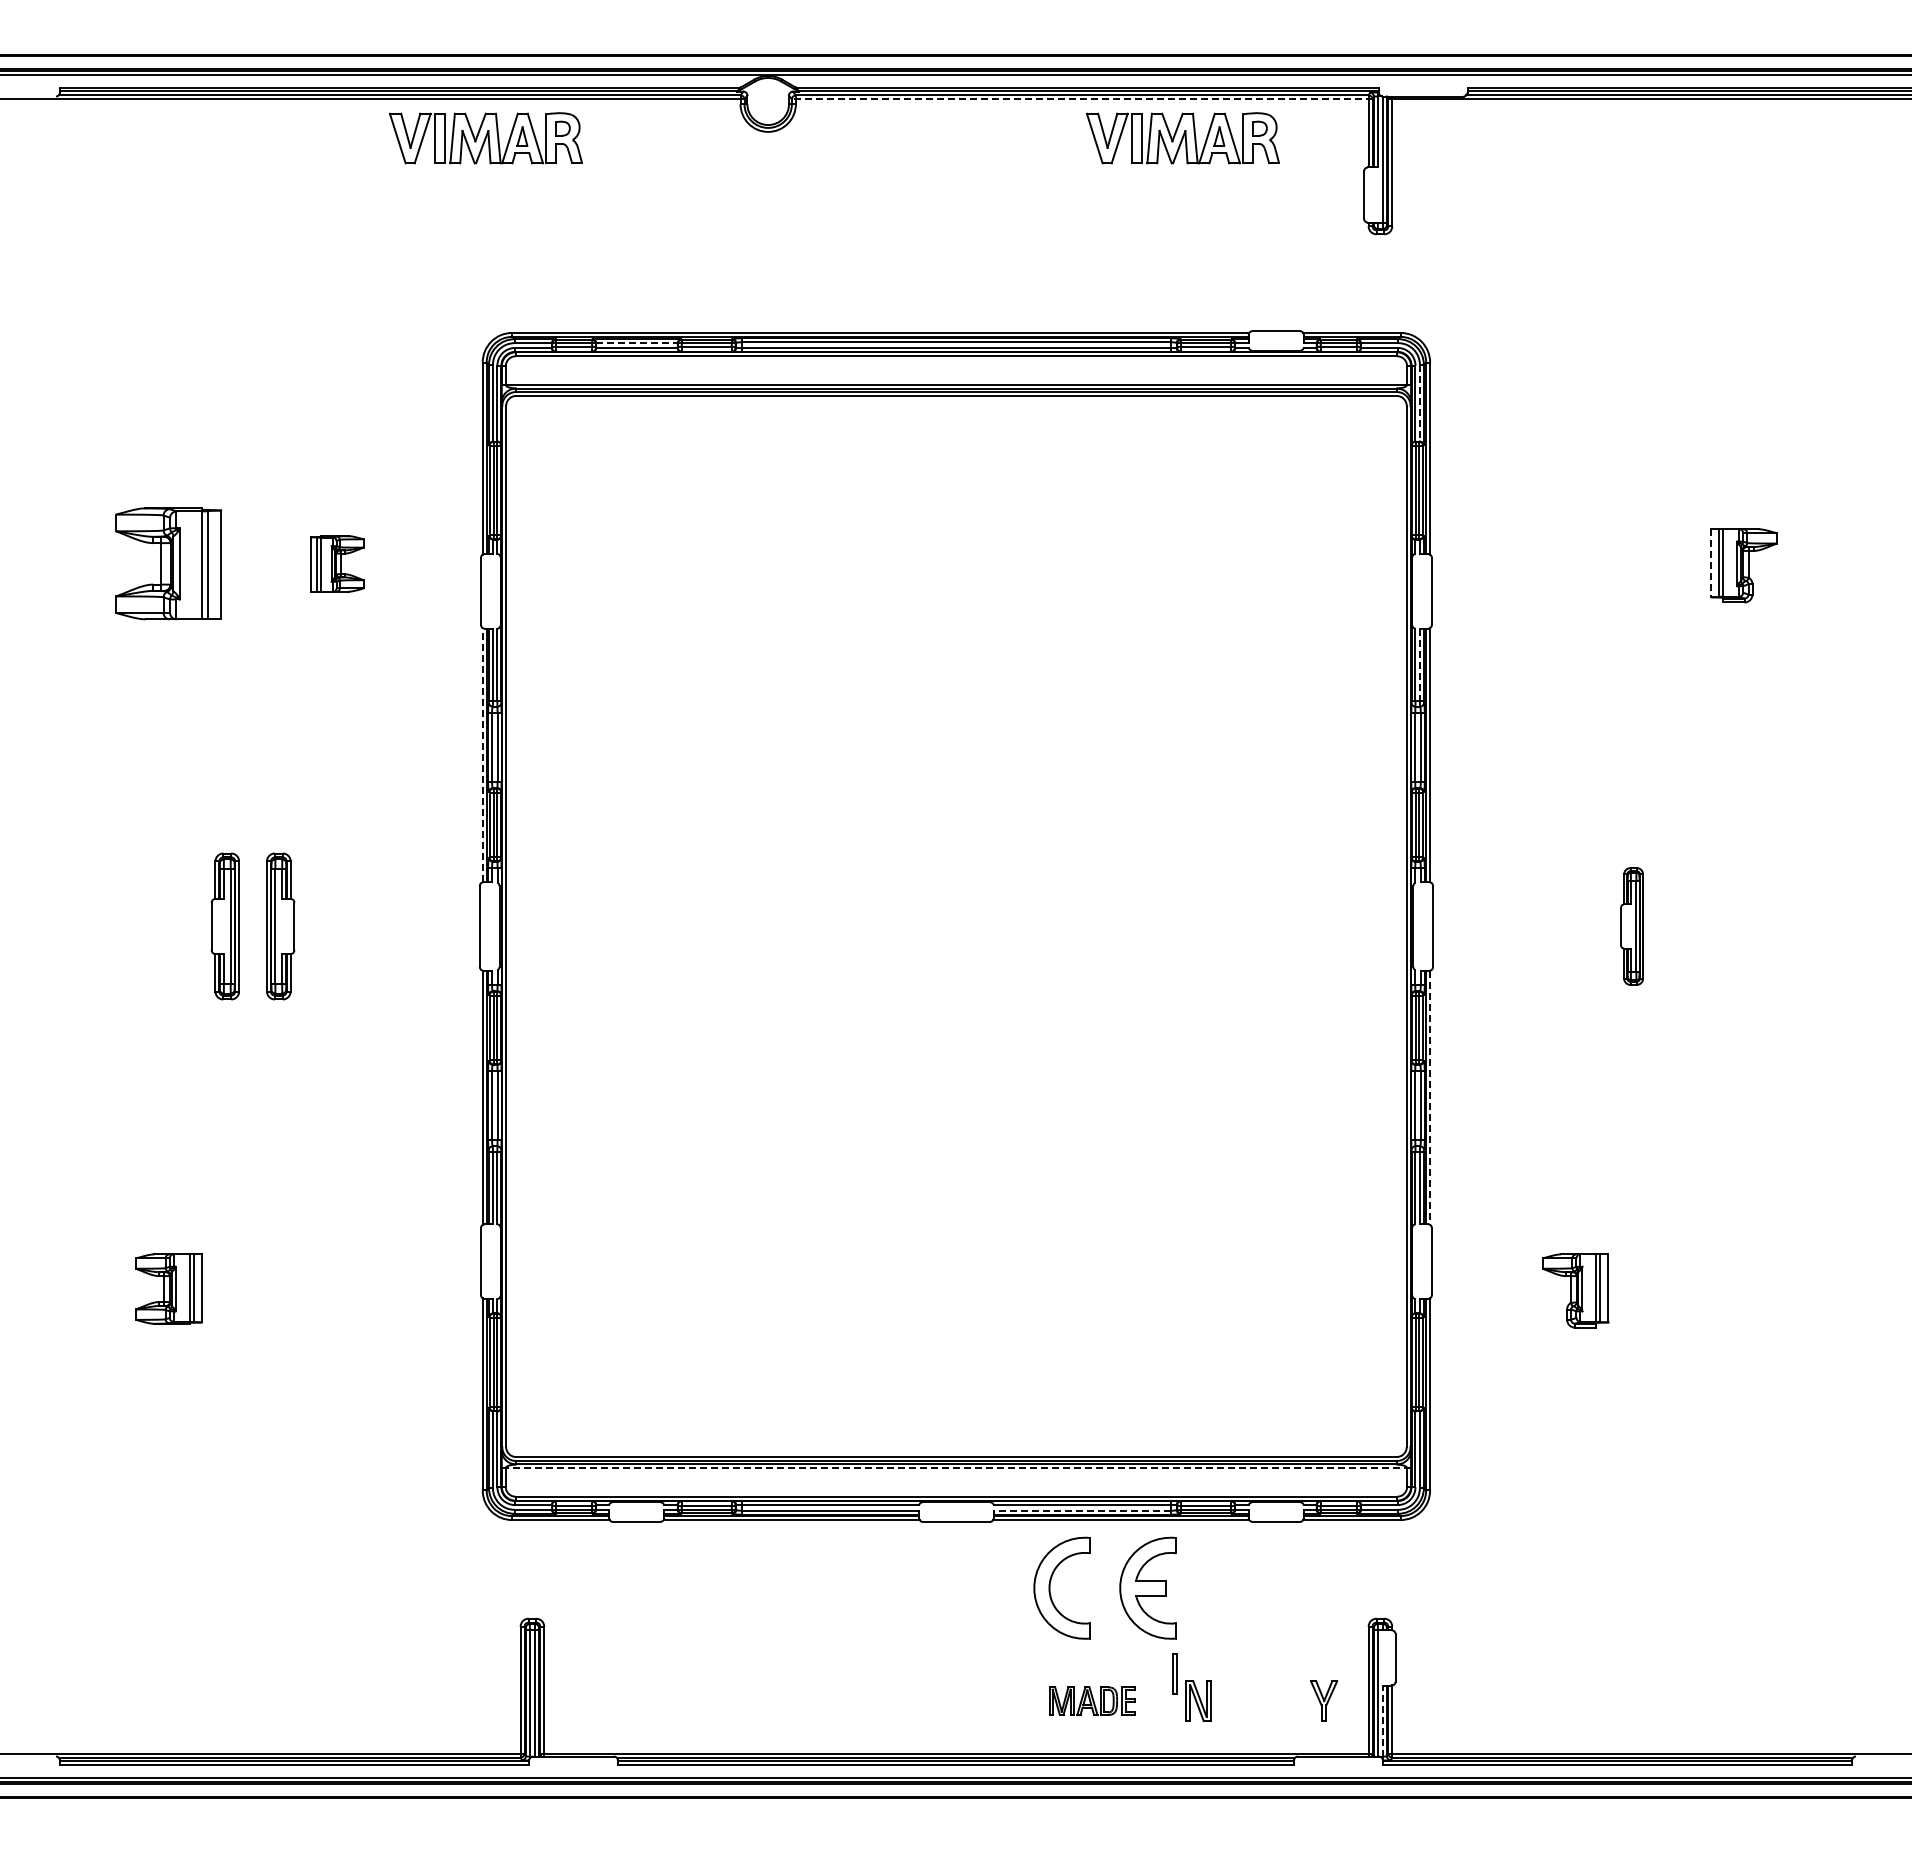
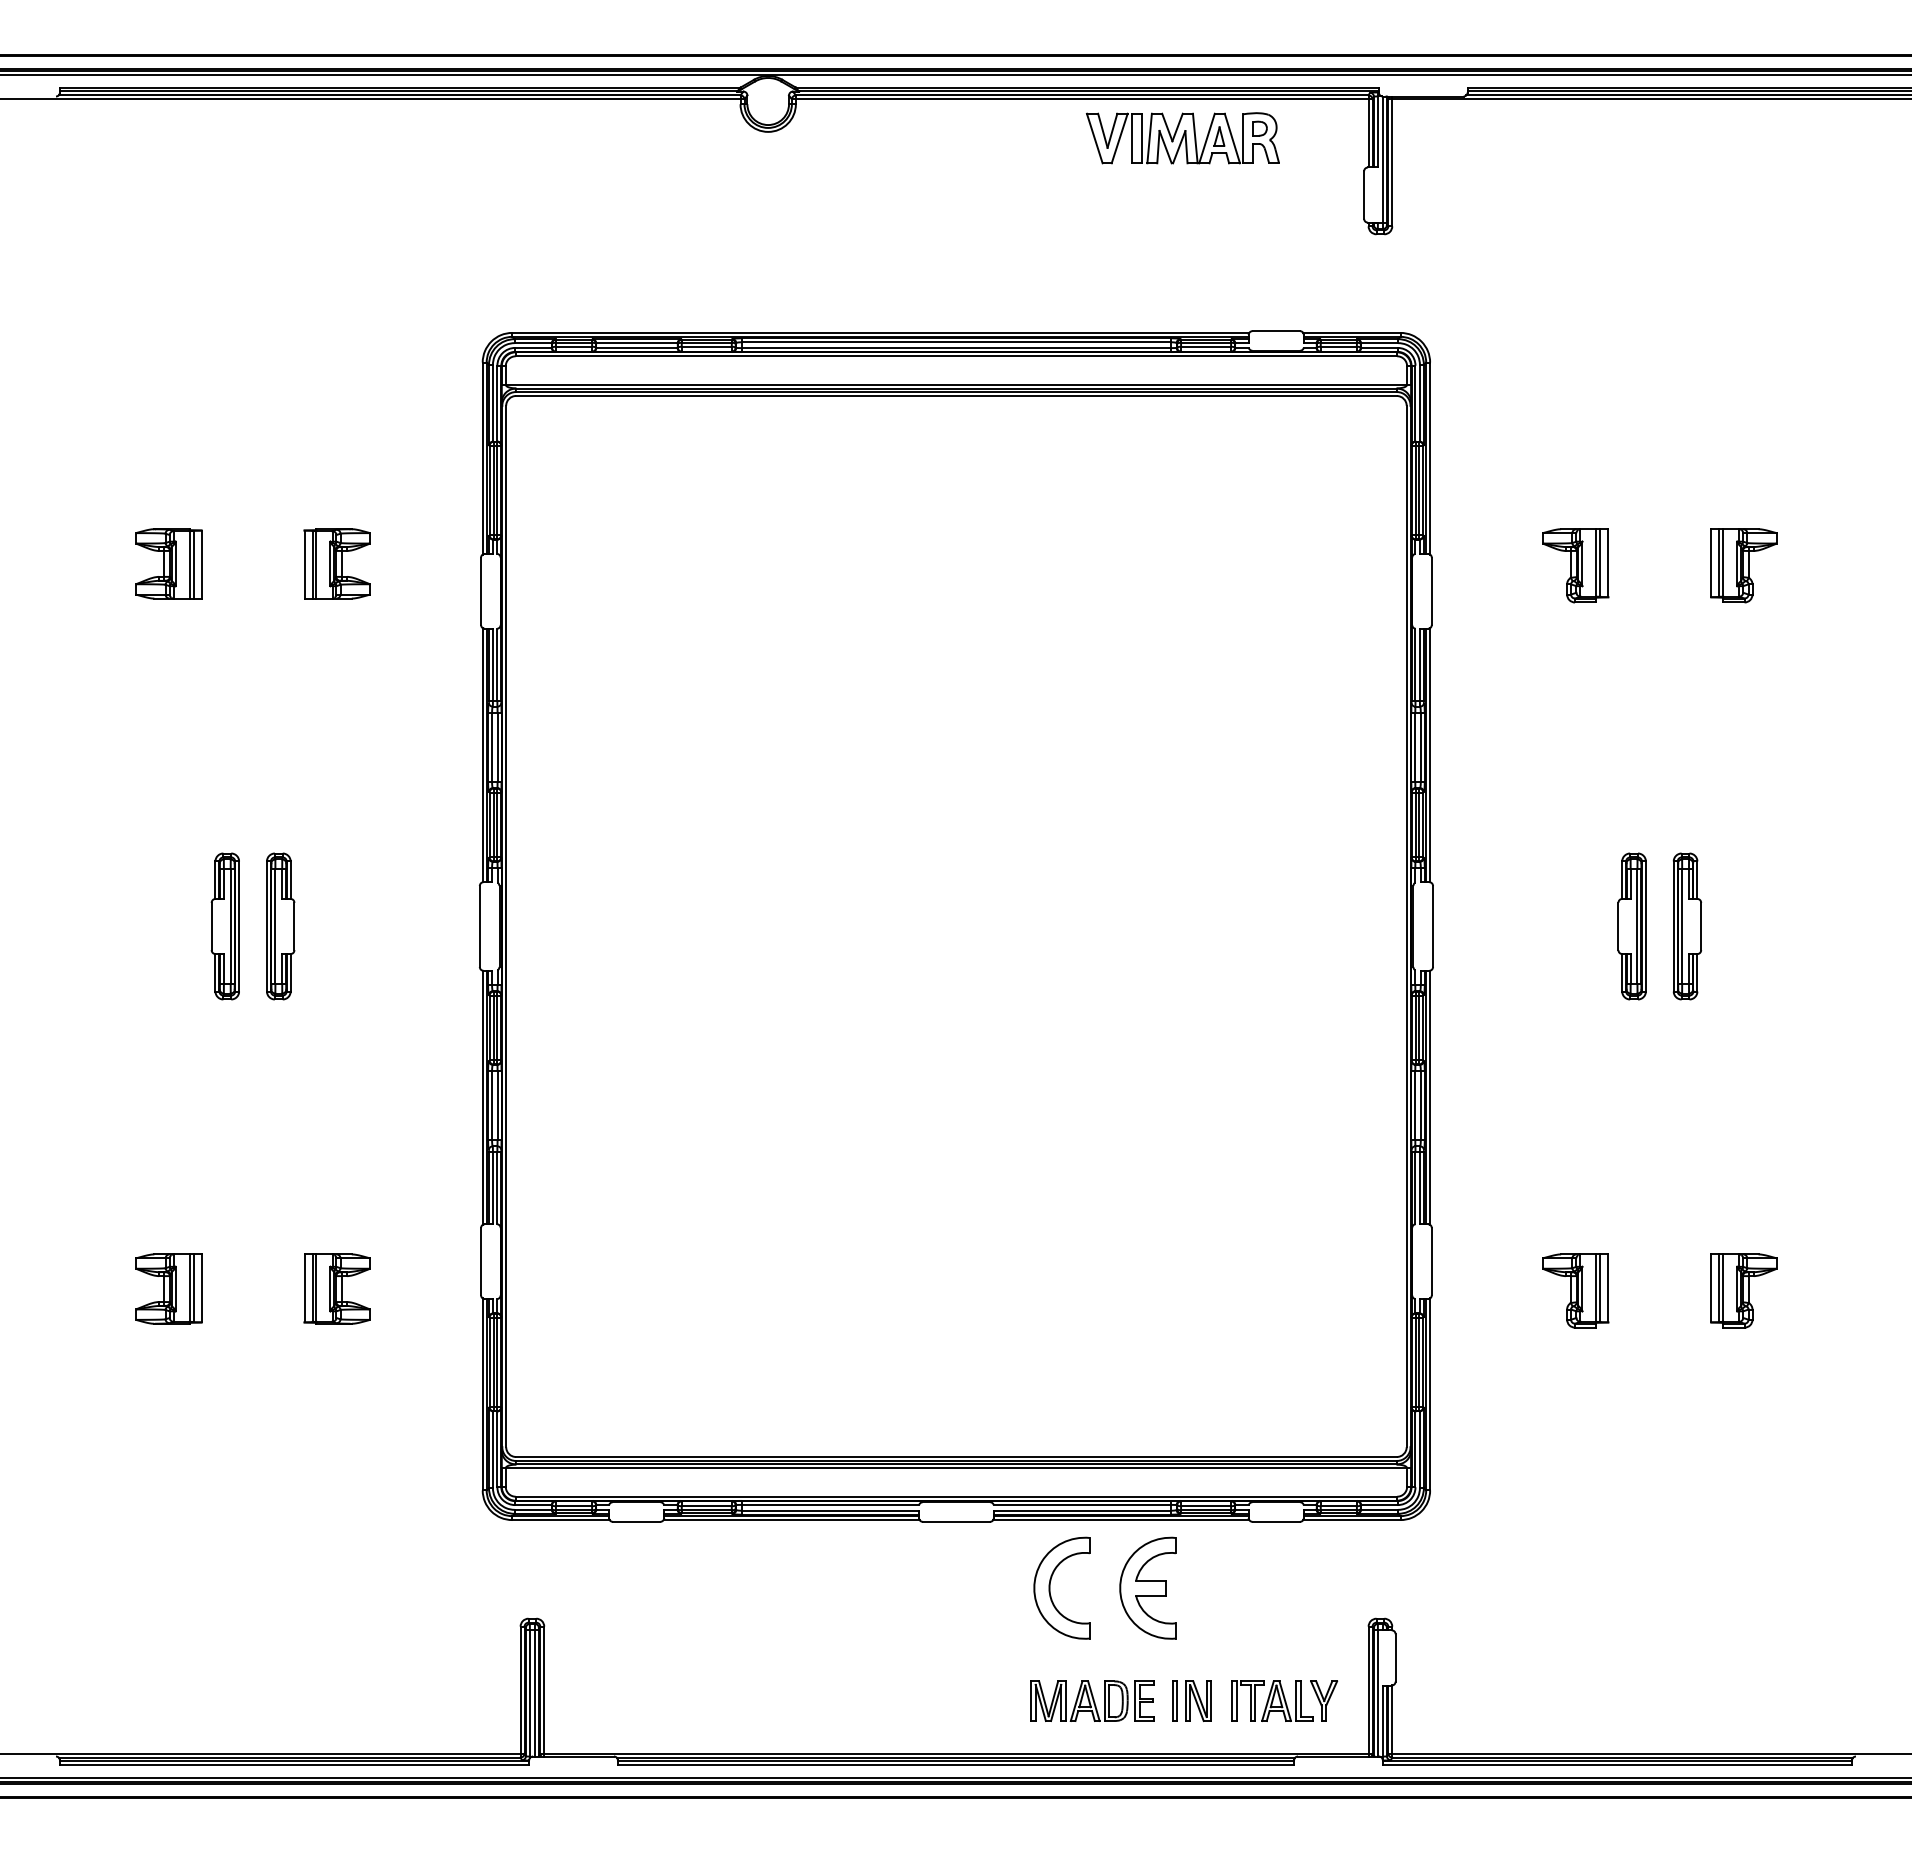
line at (1081, 99): dashed -> solid
part at (485, 138): present -> none
line at (636, 343): dashed -> solid
line at (1419, 403): dashed -> solid
part at (168, 563) size: 107x114 px -> 68x72 px
part at (337, 563) size: 55x58 px -> 68x72 px
line at (1711, 563): dashed -> solid
part at (1575, 565): none -> present
line at (1419, 665): dashed -> solid
line at (482, 754): dashed -> solid
part at (1631, 926) size: 24x119 px -> 30x149 px
part at (1687, 926): none -> present
line at (1430, 1098): dashed -> solid
part at (336, 1288): none -> present
part at (1743, 1290): none -> present
line at (956, 1468): dashed -> solid
line at (1081, 1510): dashed -> solid
part at (1174, 1673) position: (1174, 1673) -> (1174, 1700)
part at (1092, 1700) size: 87x30 px -> 125x42 px
part at (1272, 1700): none -> present
line at (1382, 1721): dashed -> solid
